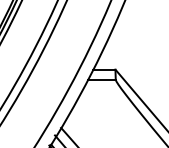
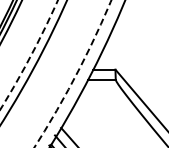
circle at (28, 54): solid -> dashed
circle at (72, 73): solid -> dashed
